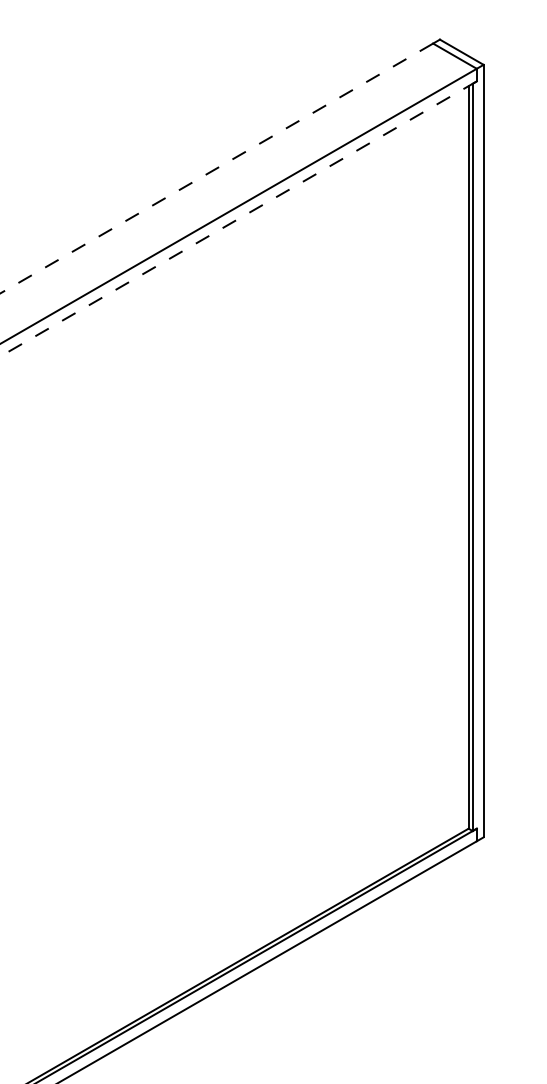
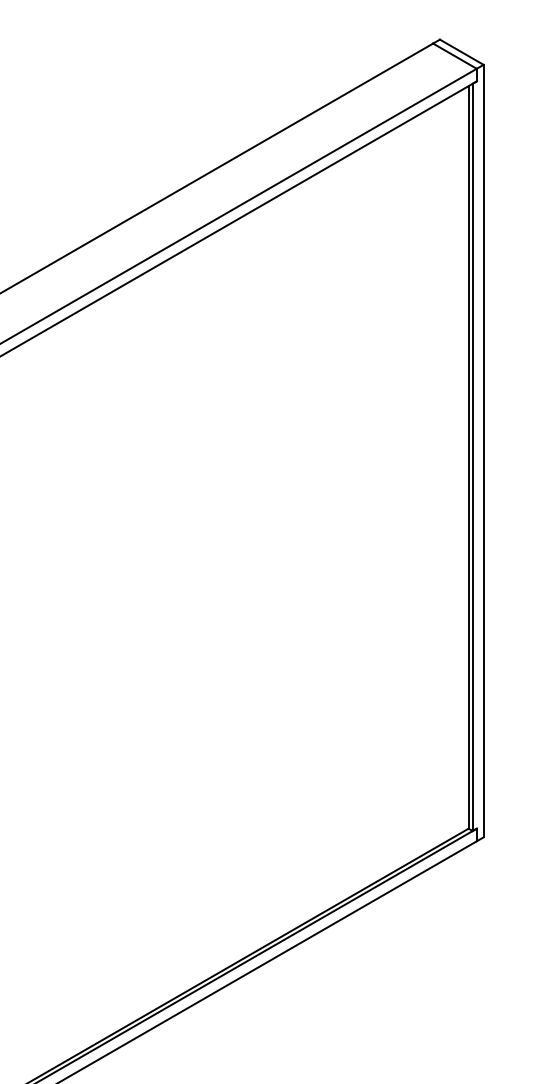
line at (216, 168): dashed -> solid
line at (238, 219): dashed -> solid
